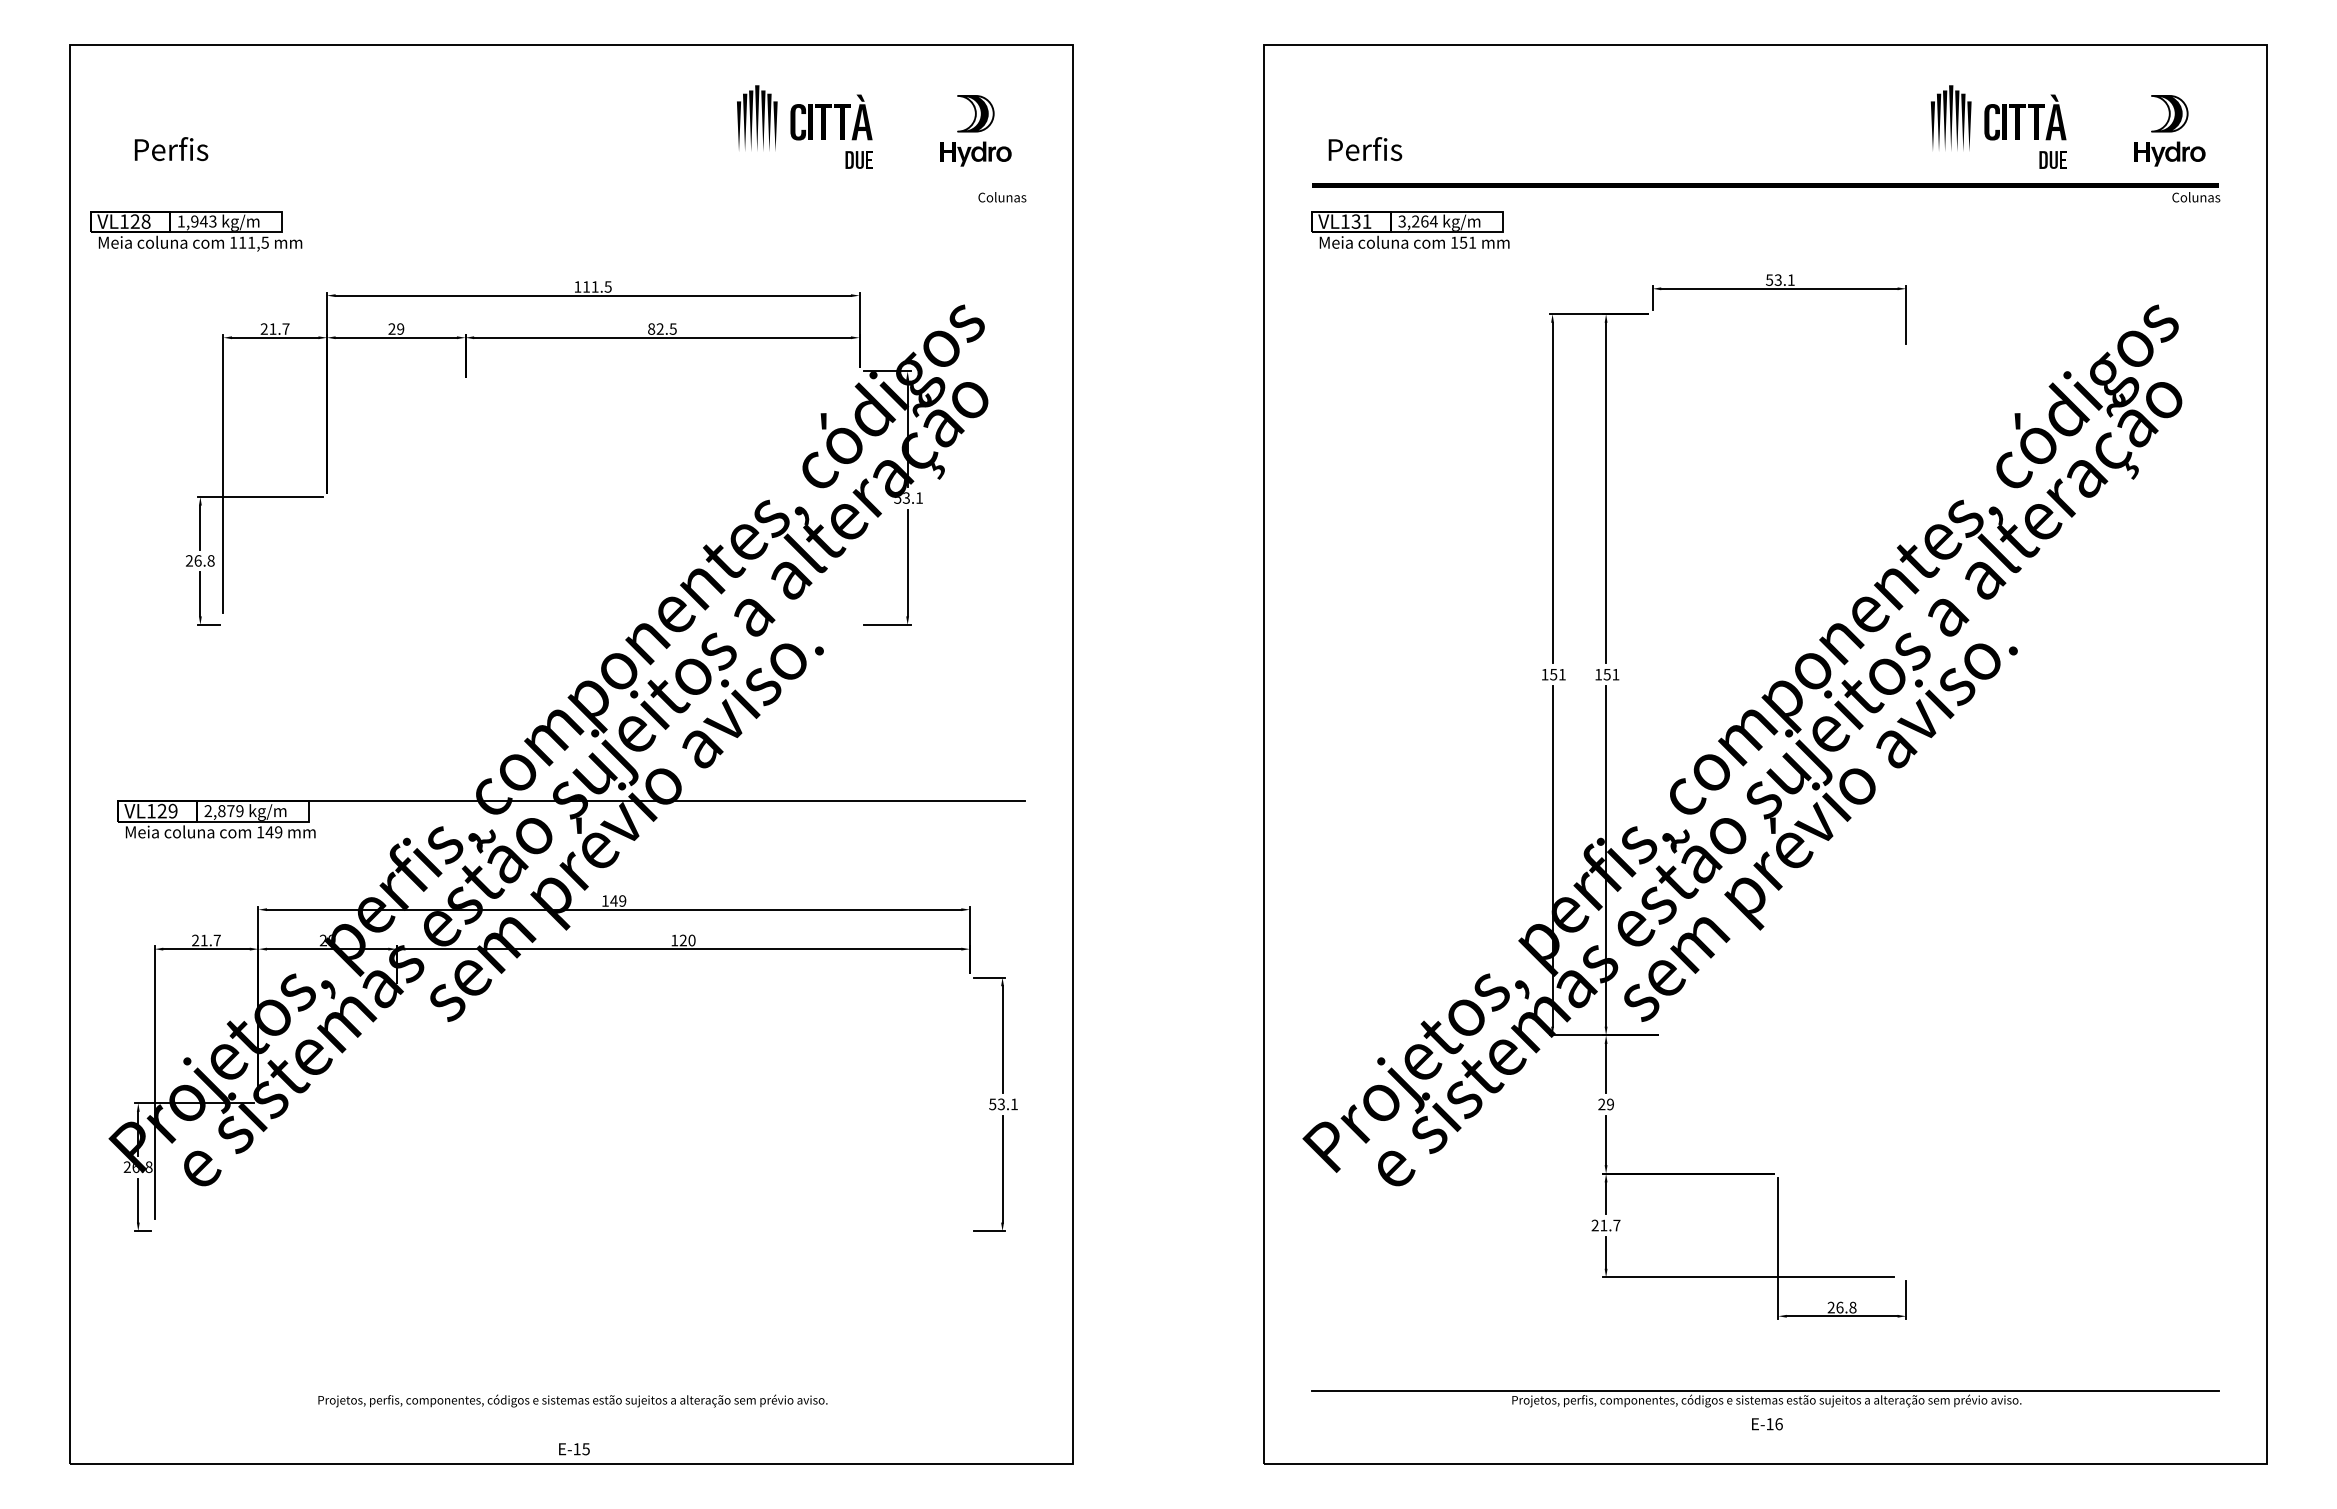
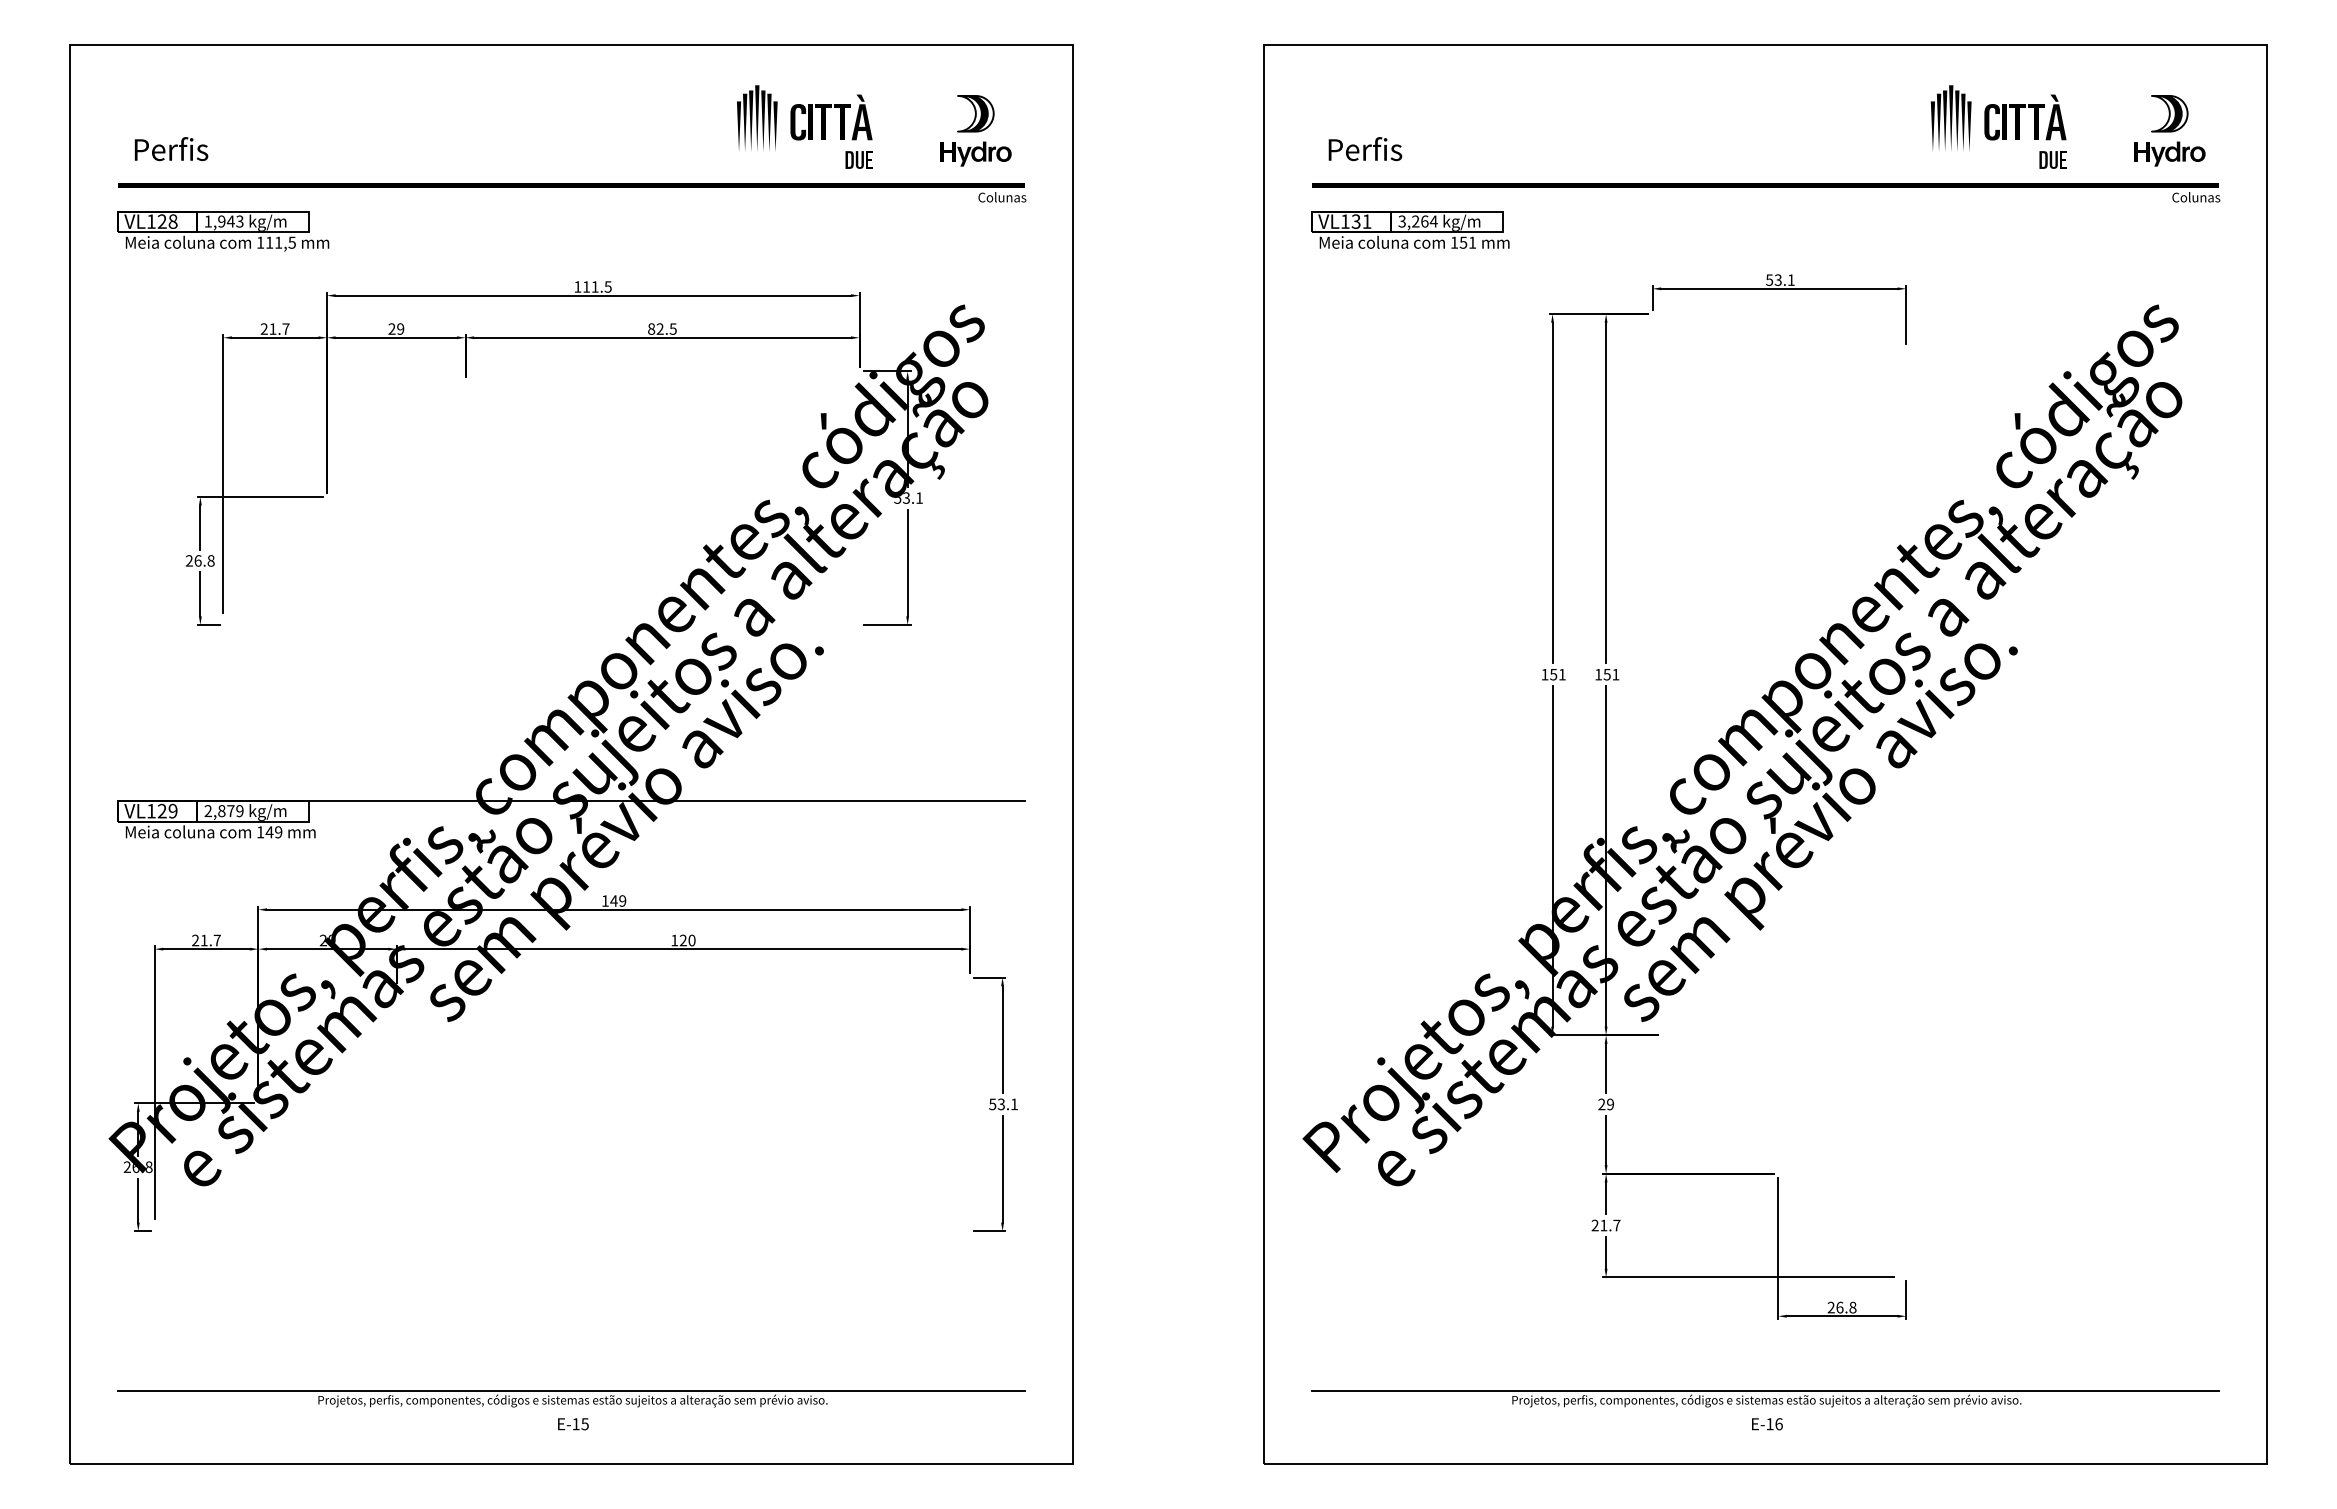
fill at (571, 185): none -> present
part at (196, 231) position: (196, 231) -> (223, 231)
line at (571, 1390): none -> present
text at (574, 1449) position: (574, 1449) -> (573, 1424)
